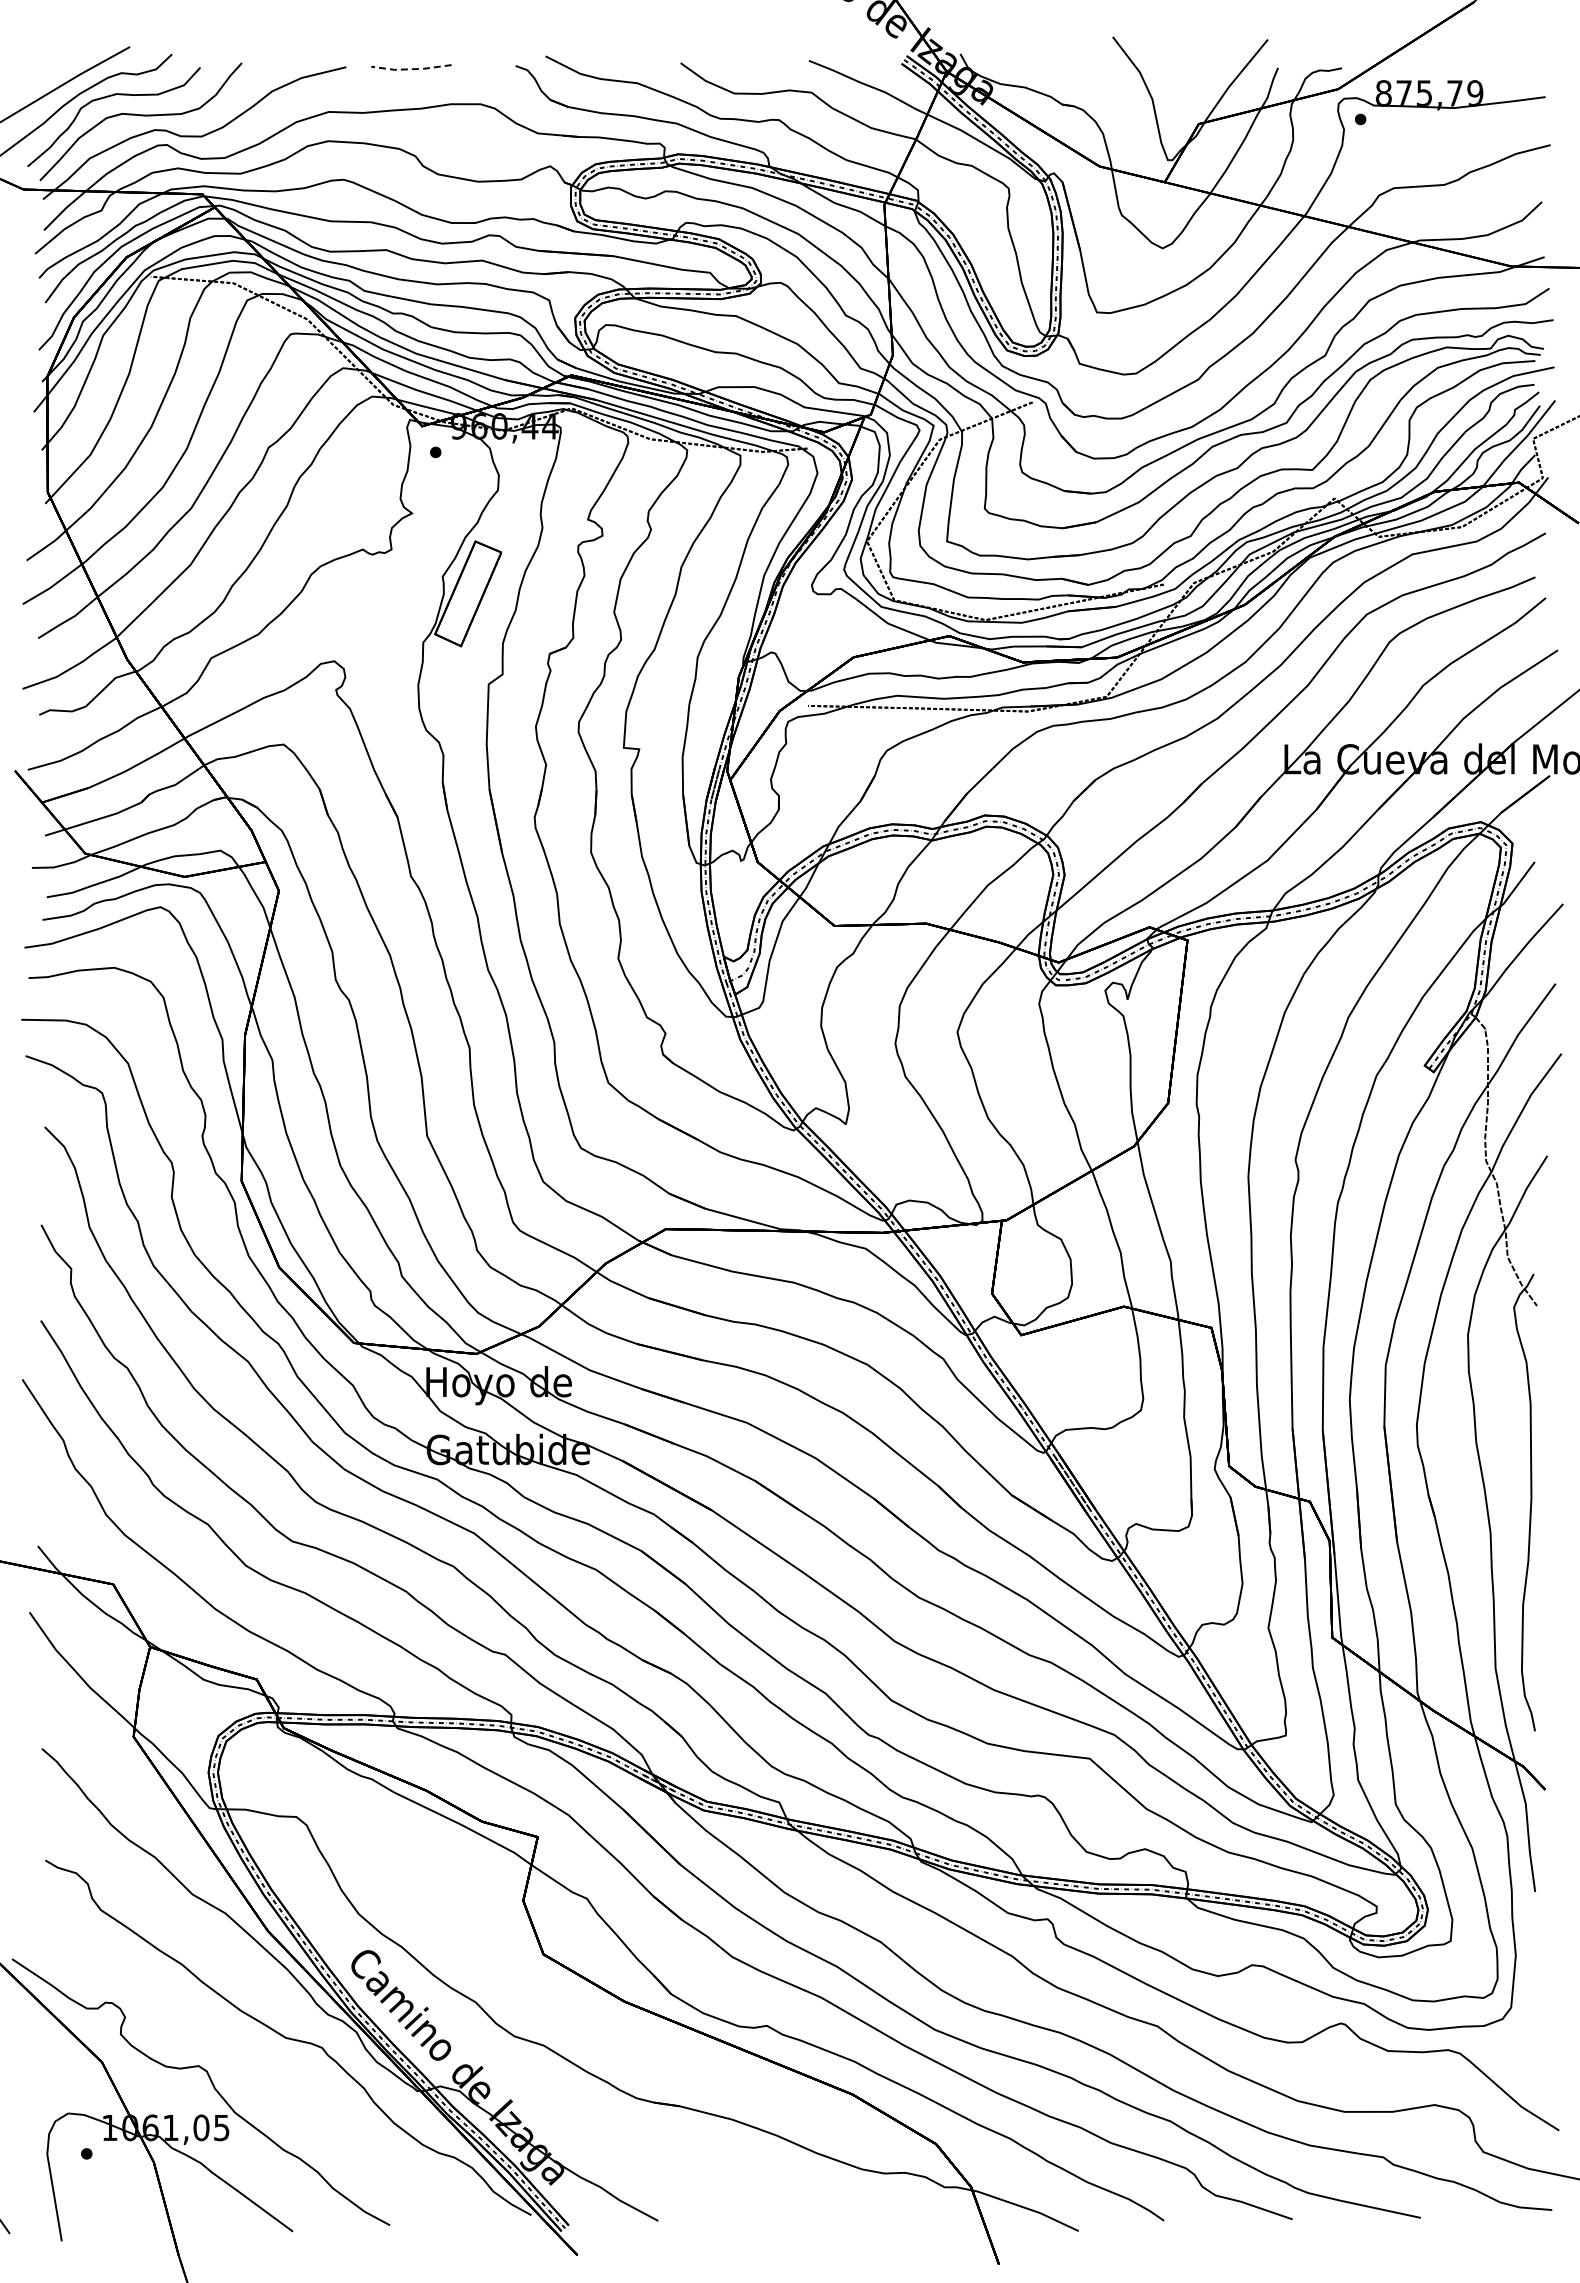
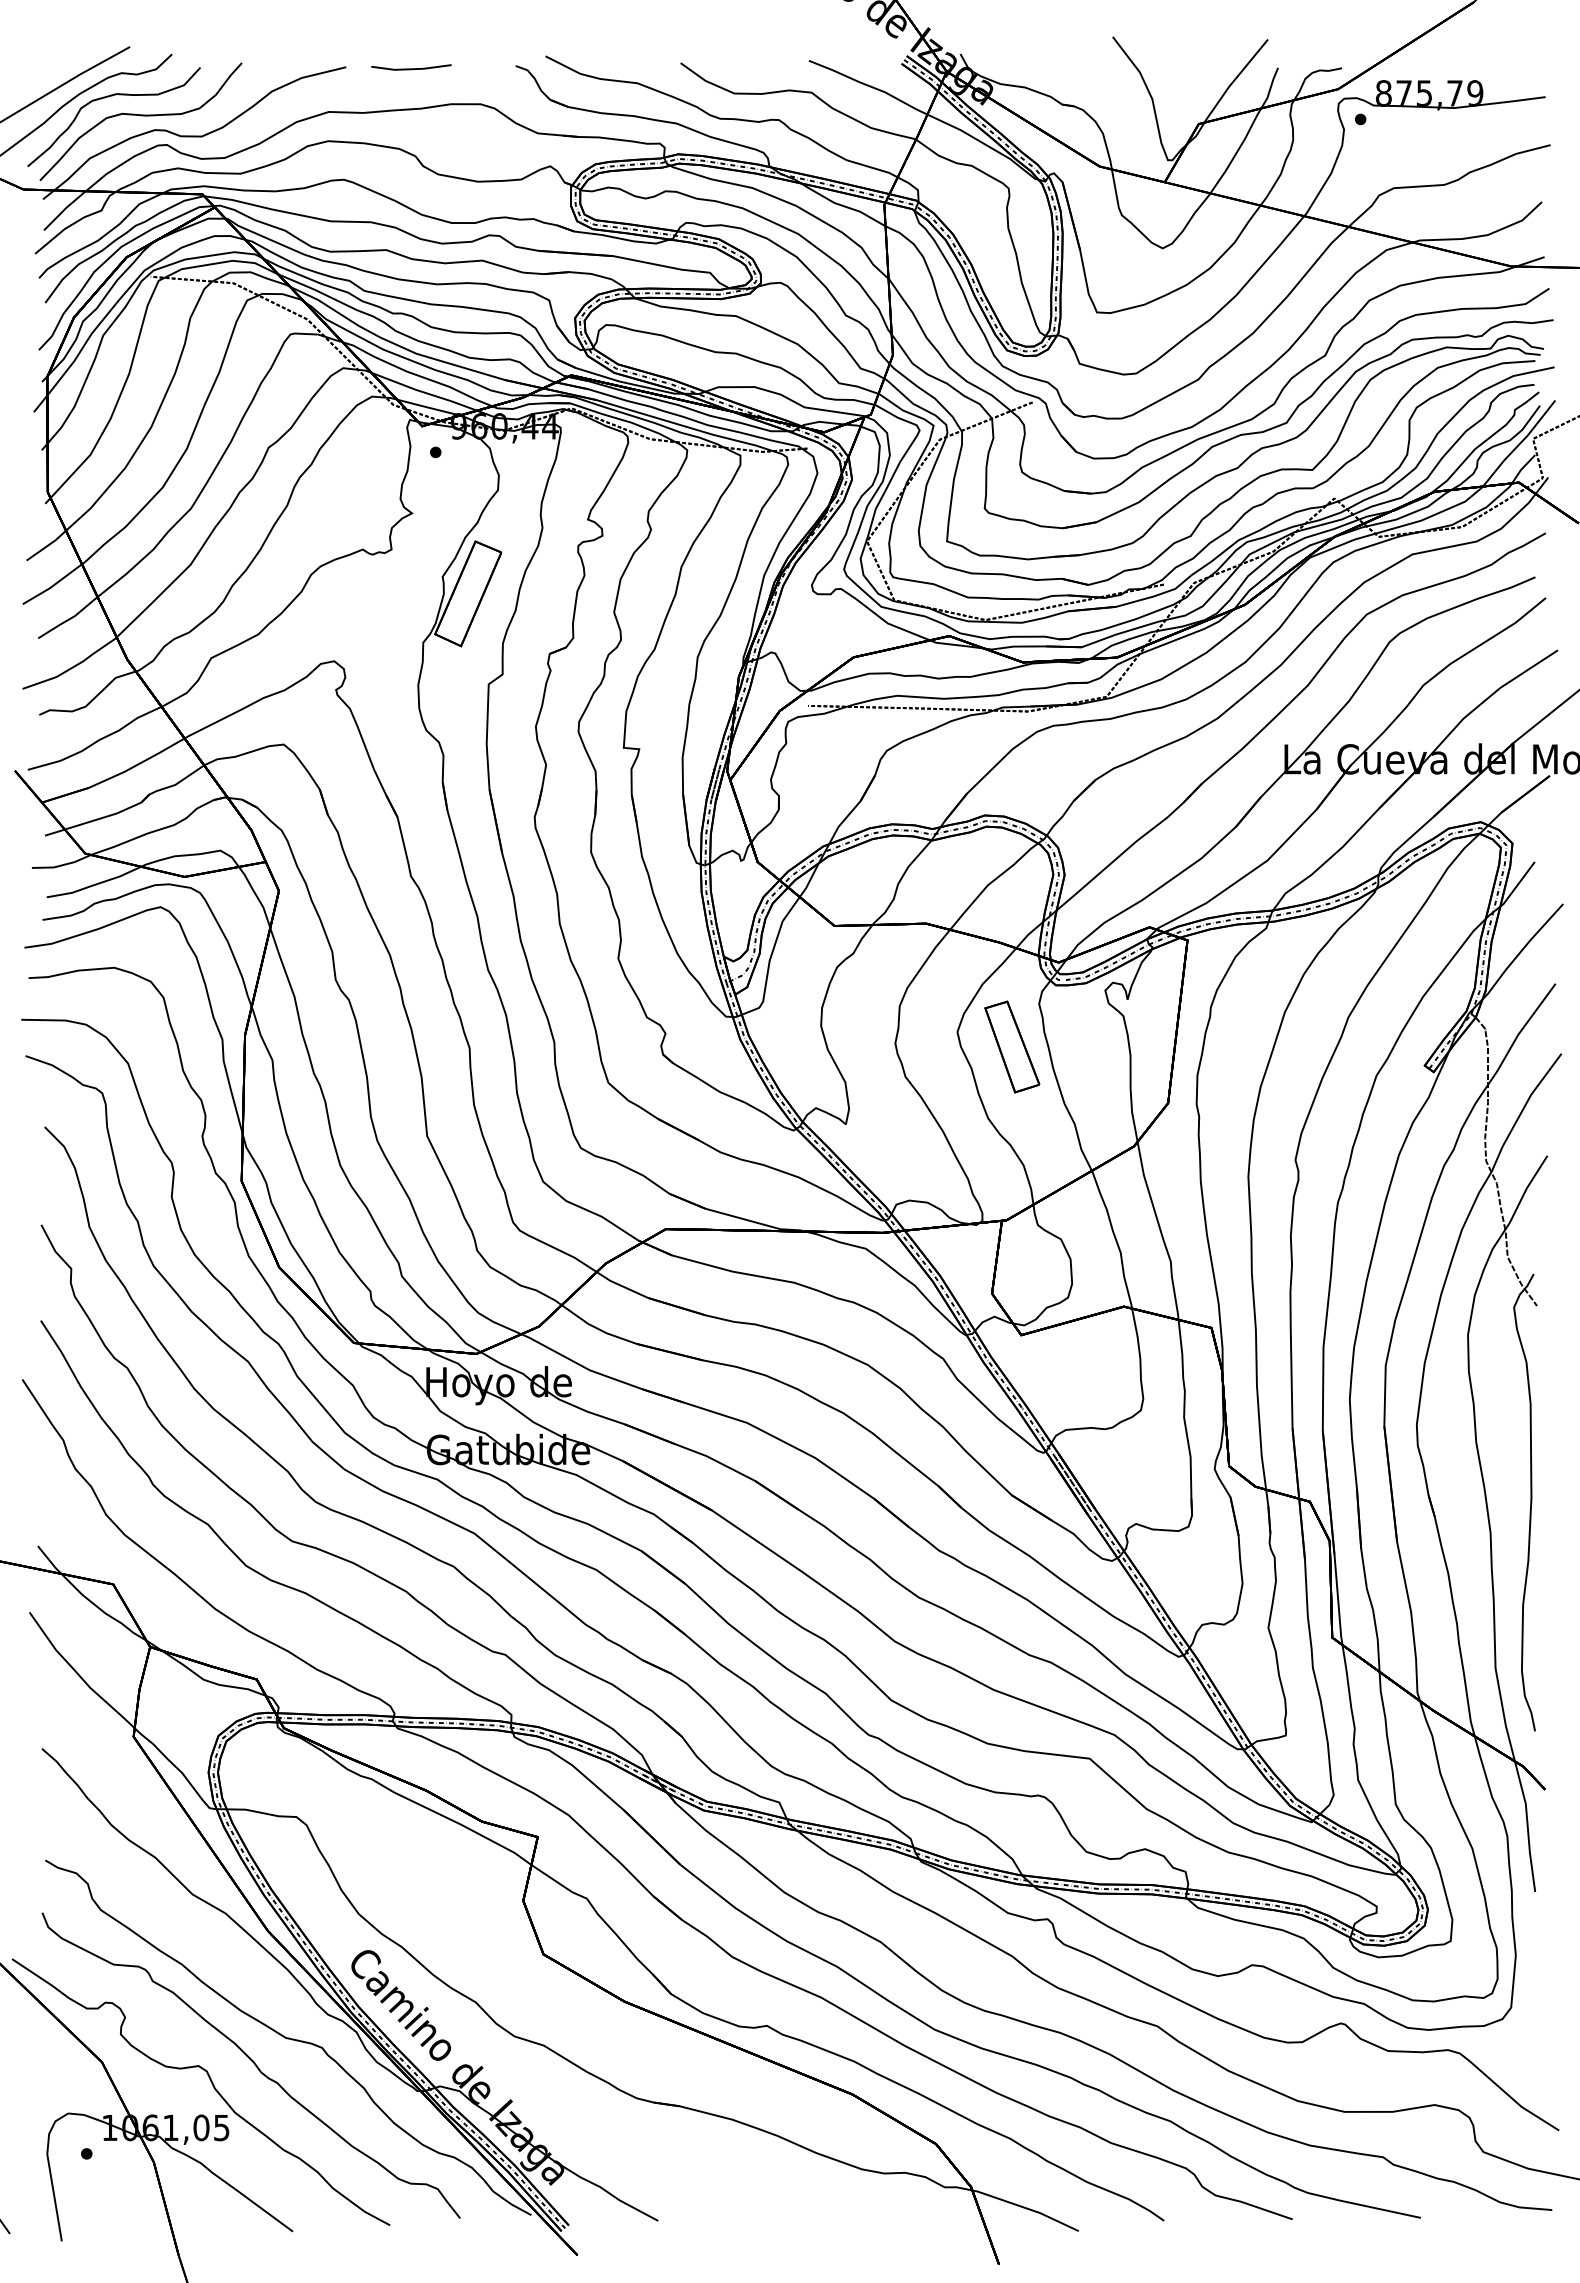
line at (411, 69): dashed -> solid
part at (1012, 1046): none -> present
curve at (252, 2062): none -> present
